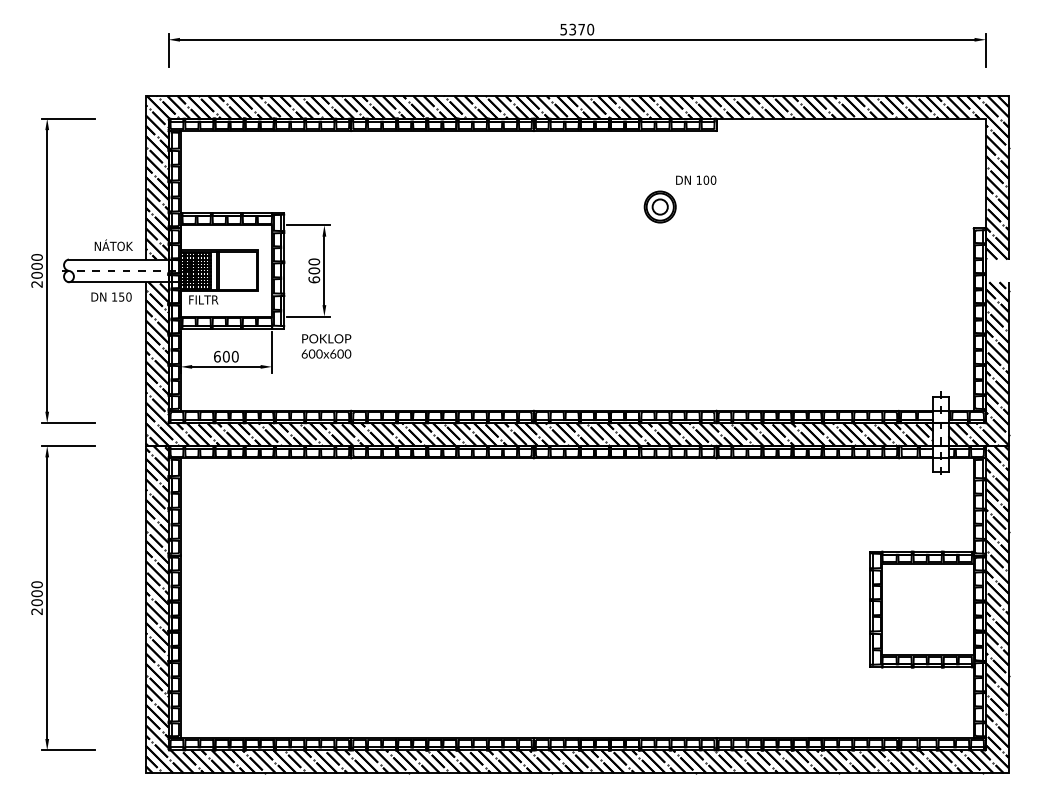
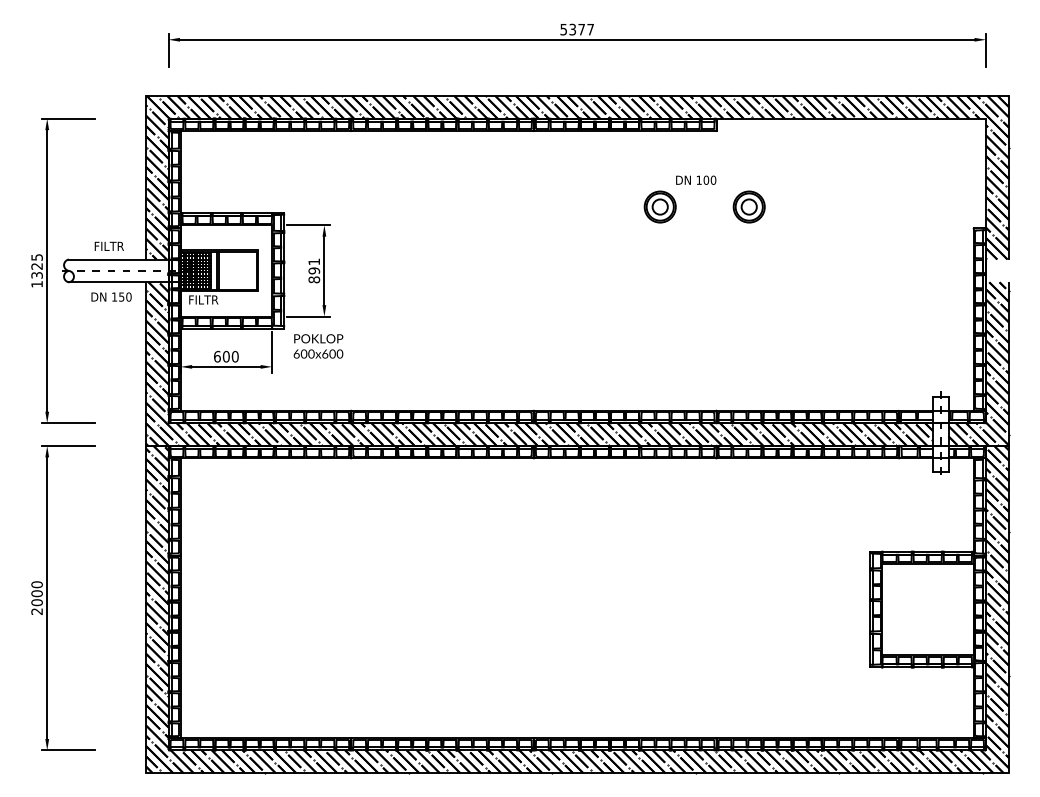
text at (590, 29): 5370 -> 5377
part at (748, 206): none -> present
text at (114, 245): NÁTOK -> FILTR
text at (36, 270): 2000 -> 1325
text at (314, 270): 600 -> 891
text at (326, 346) position: (326, 346) -> (318, 346)
